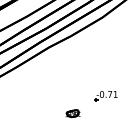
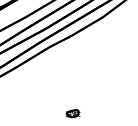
part at (105, 96): present -> none
